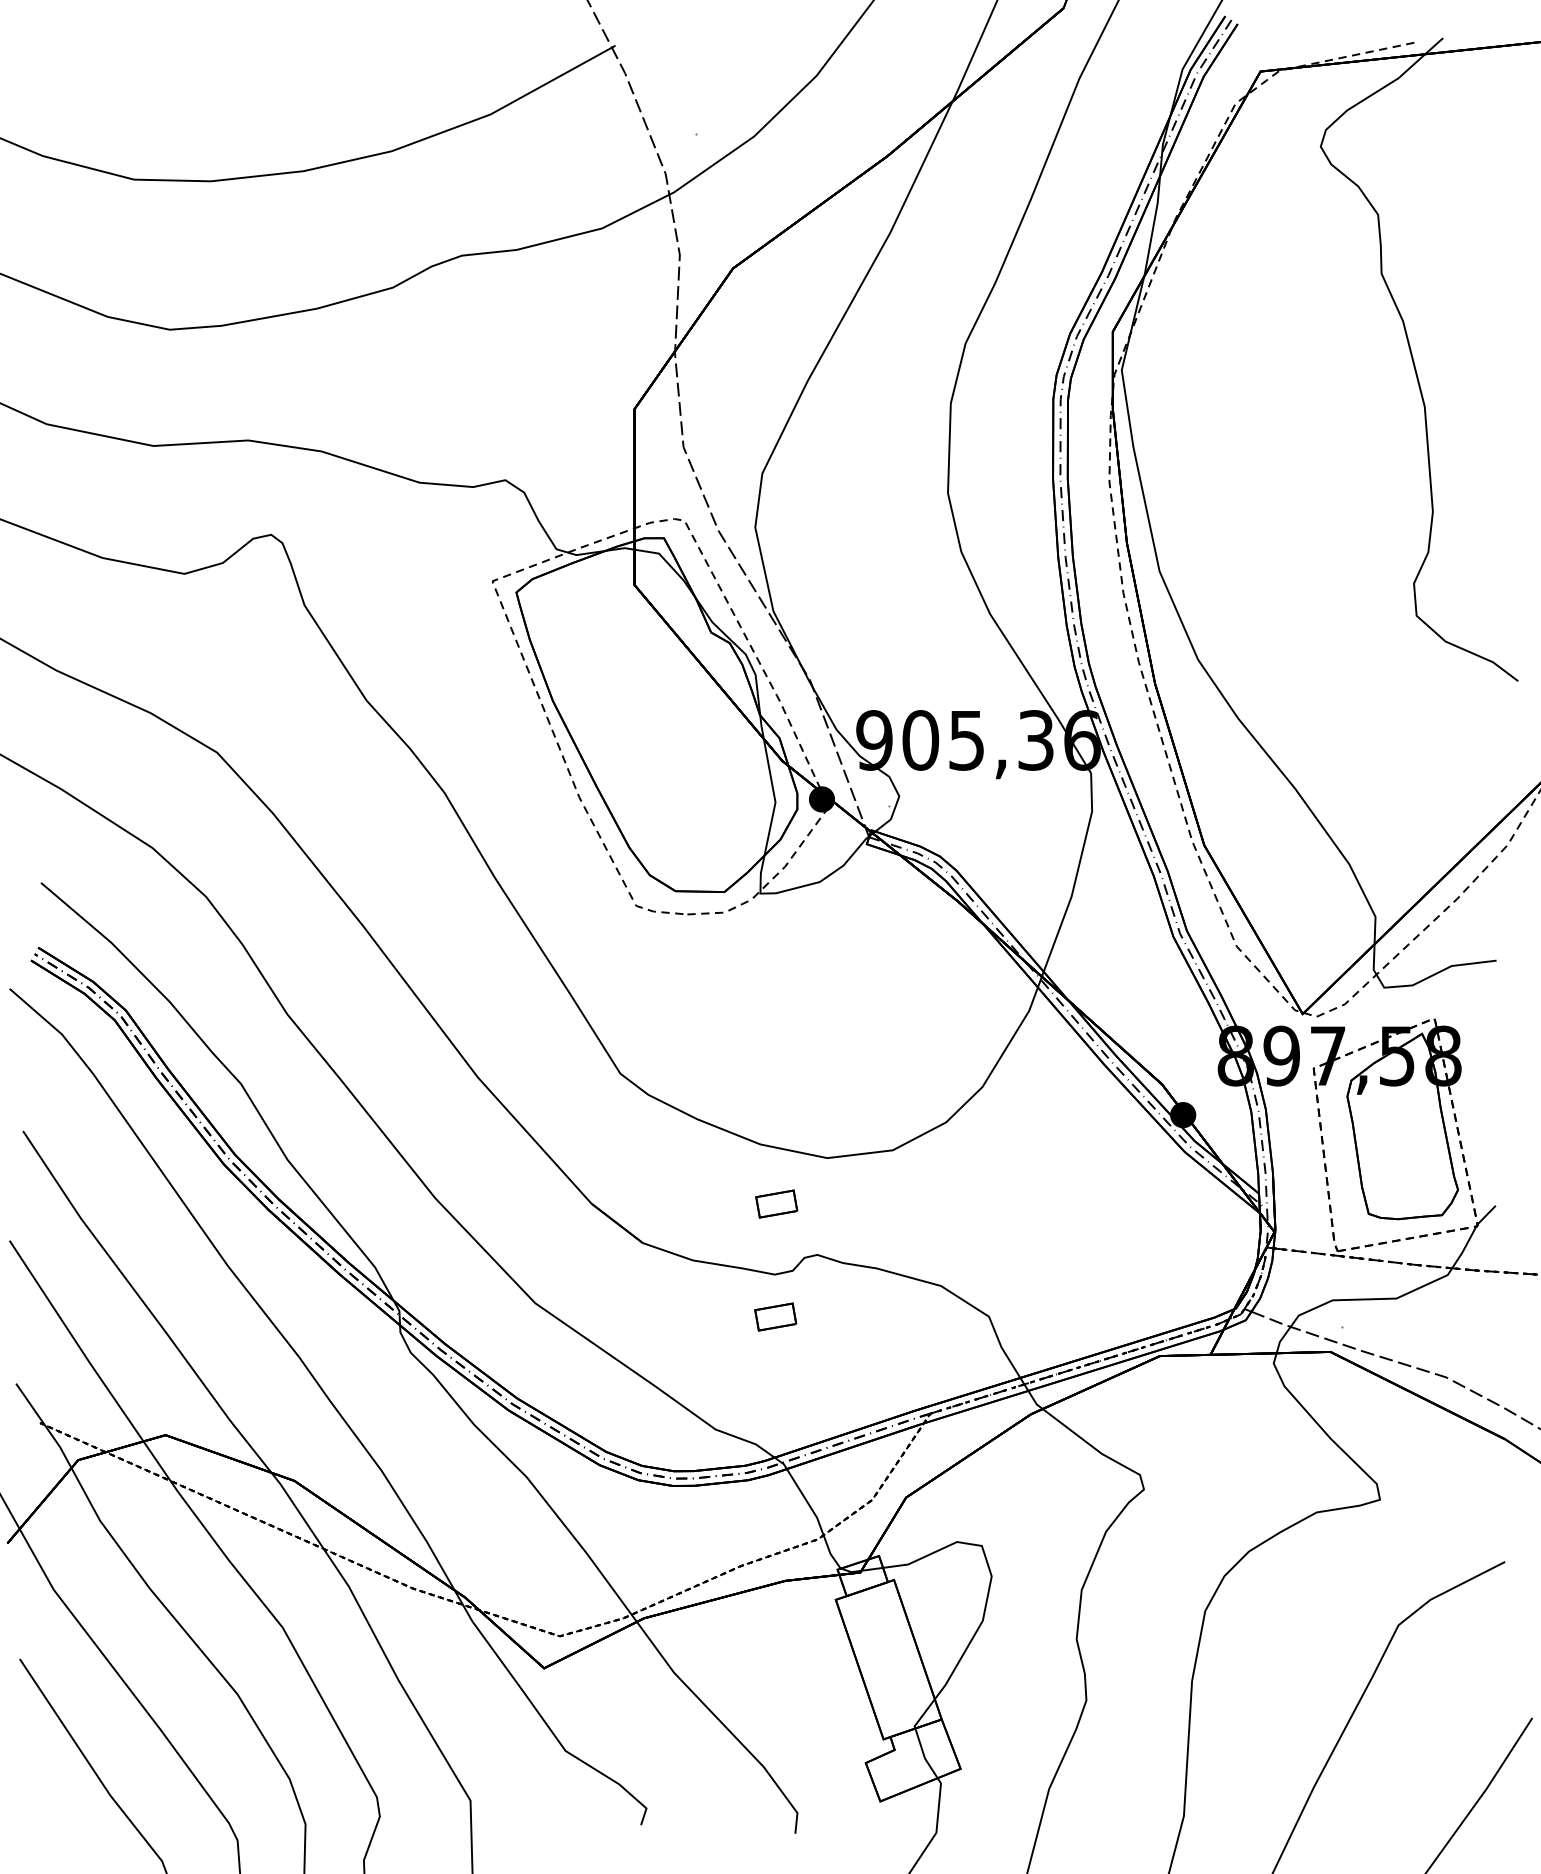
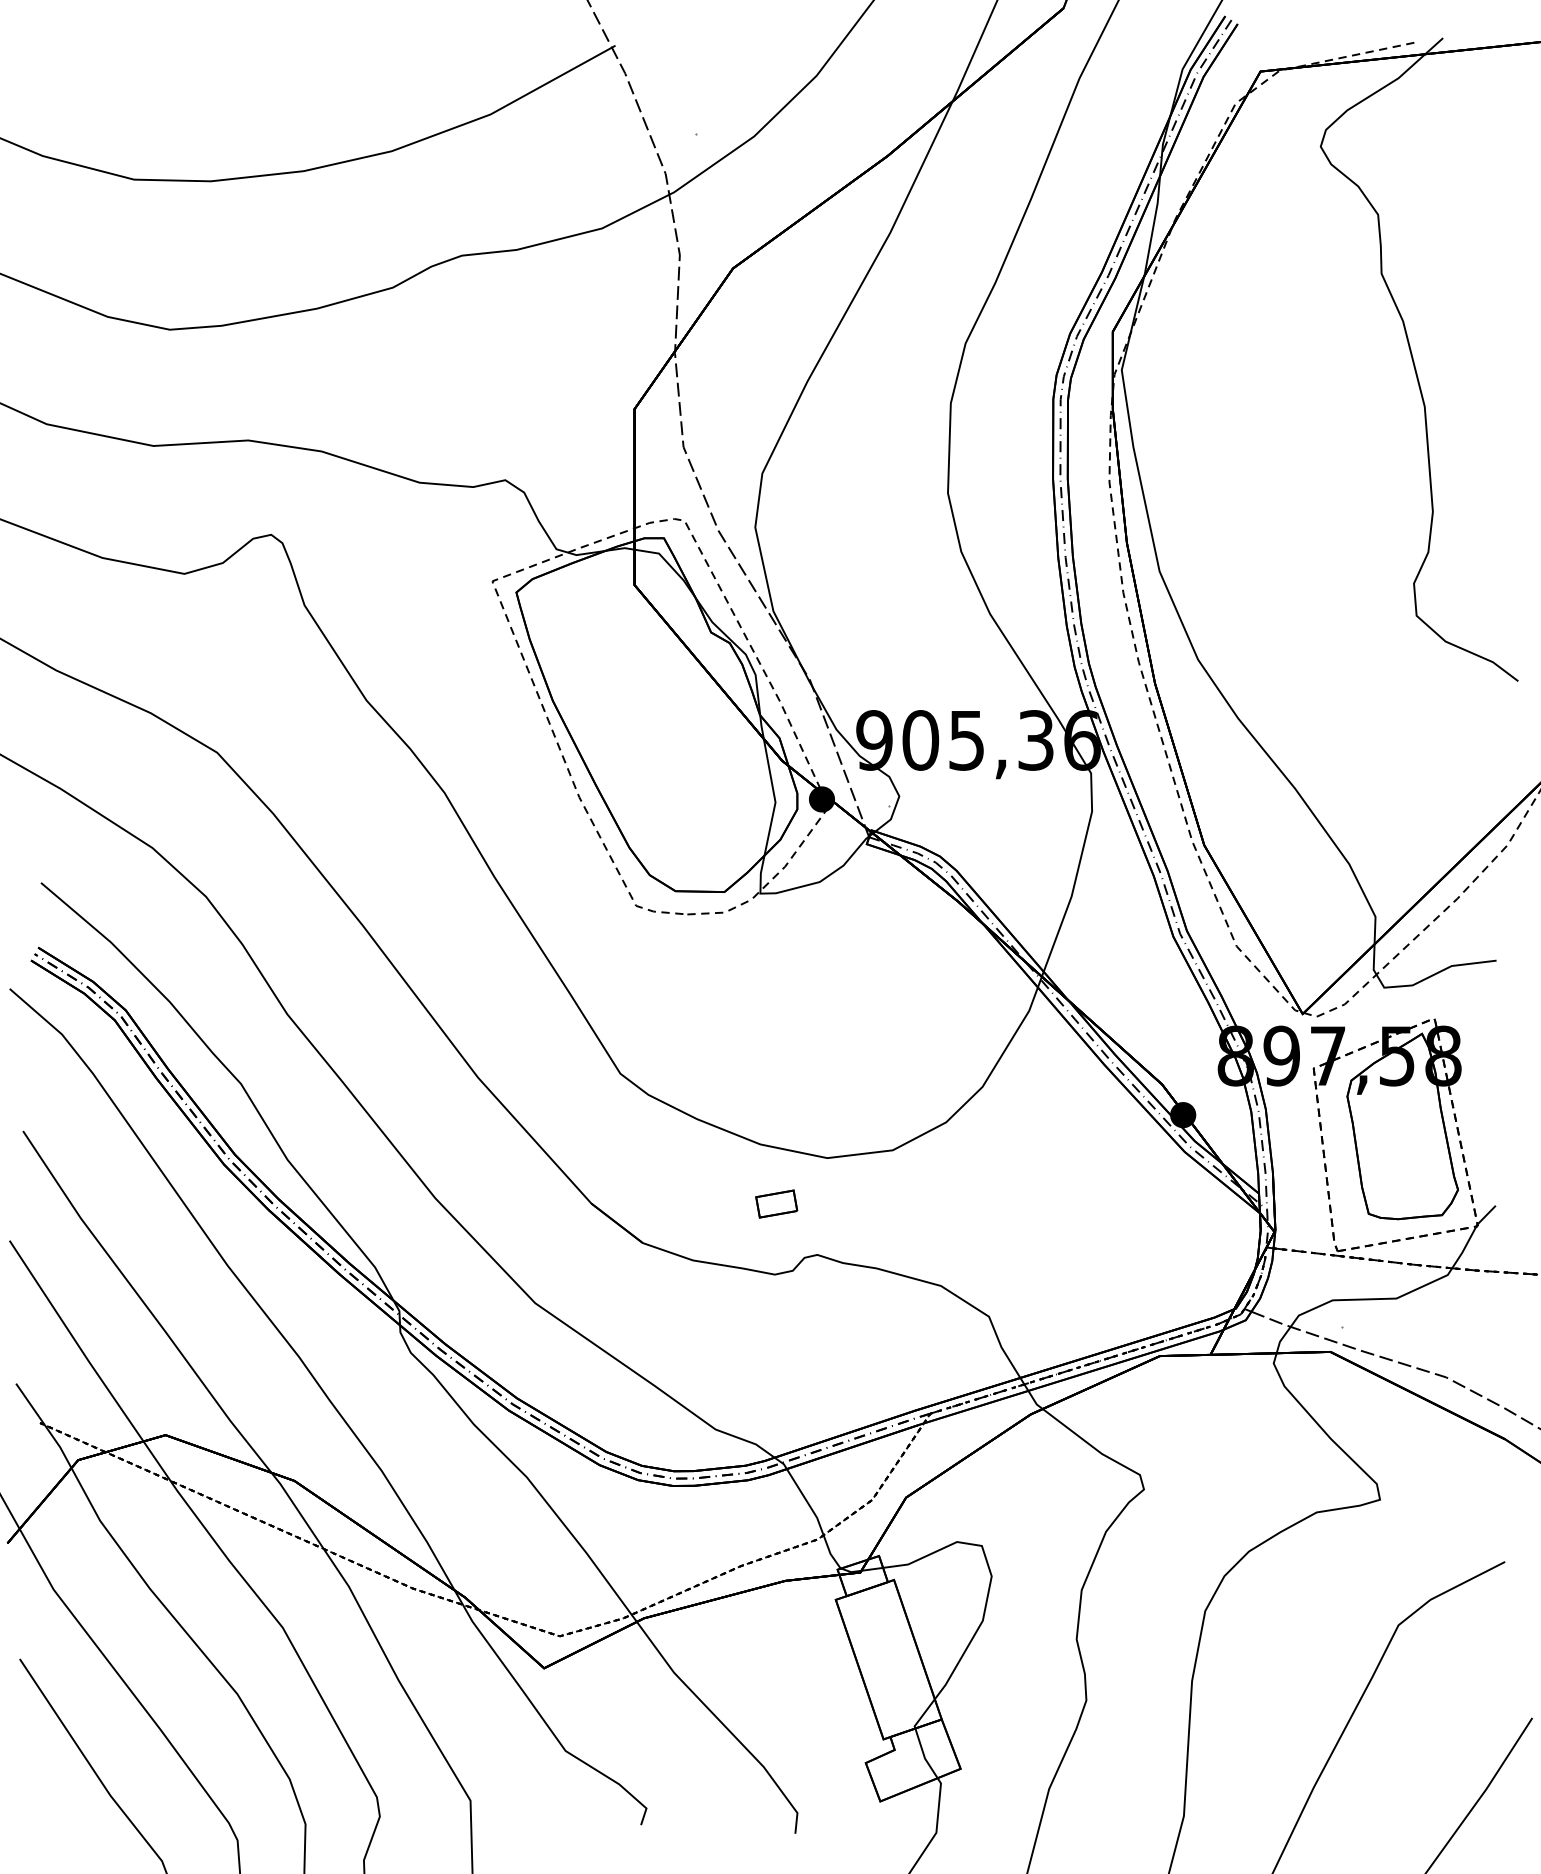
part at (775, 1316): present -> none
